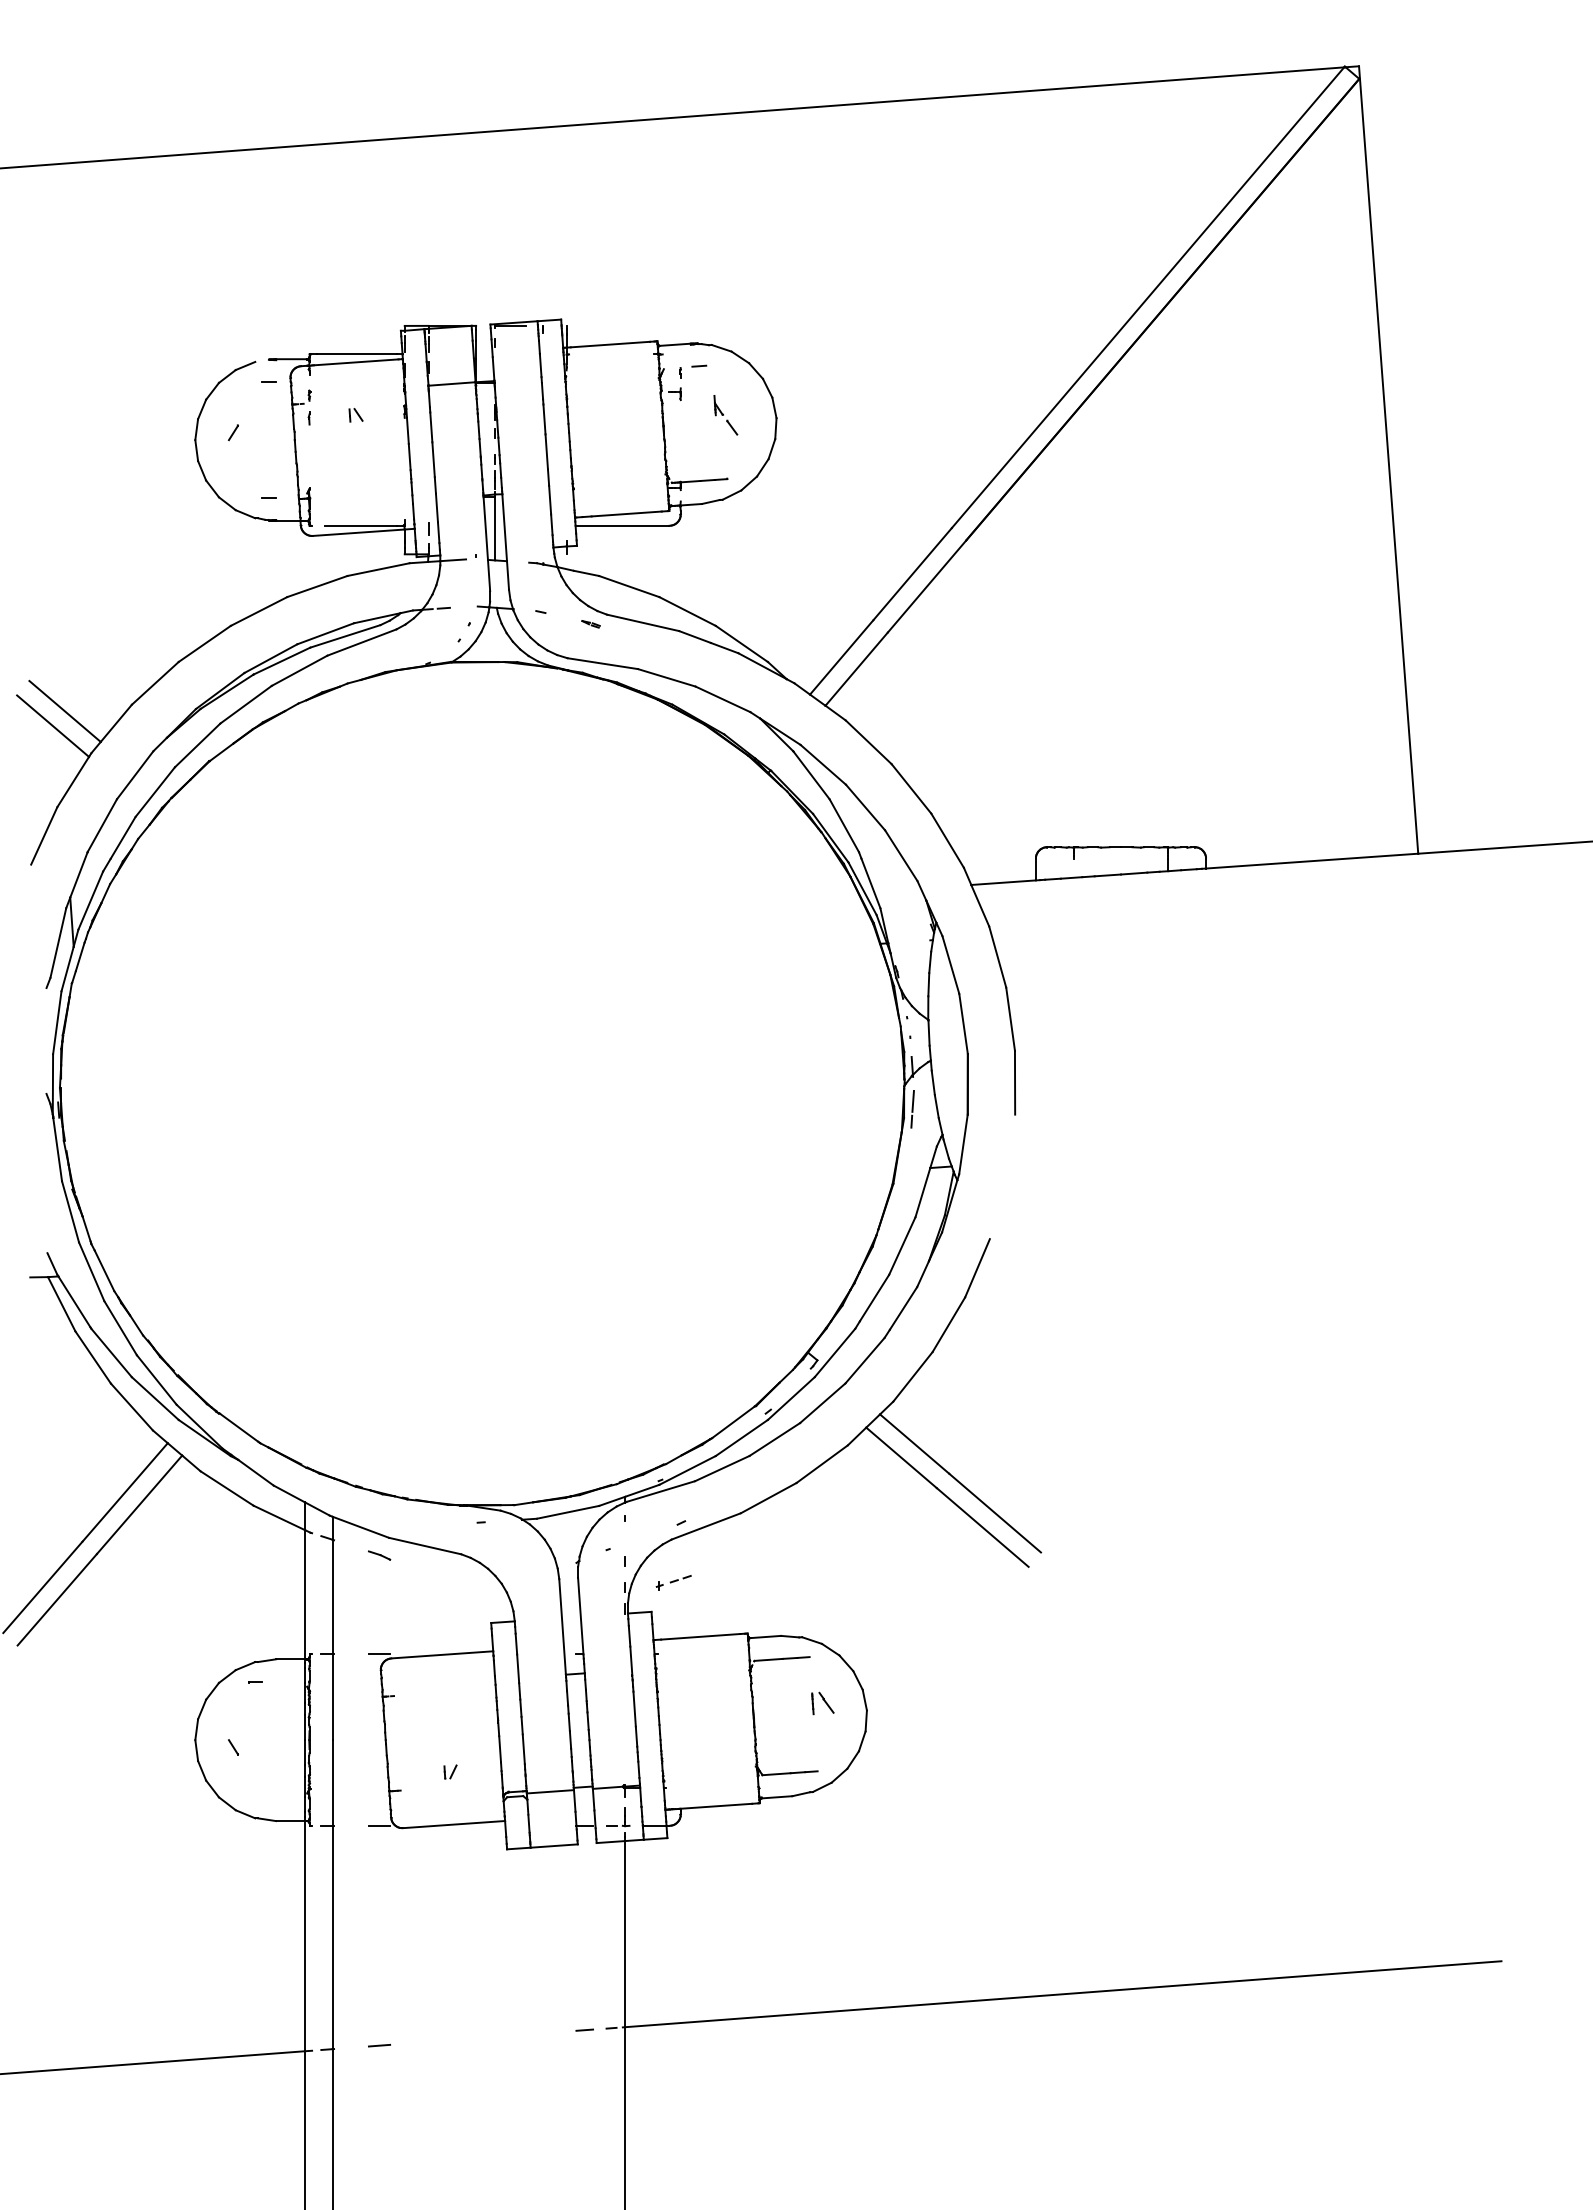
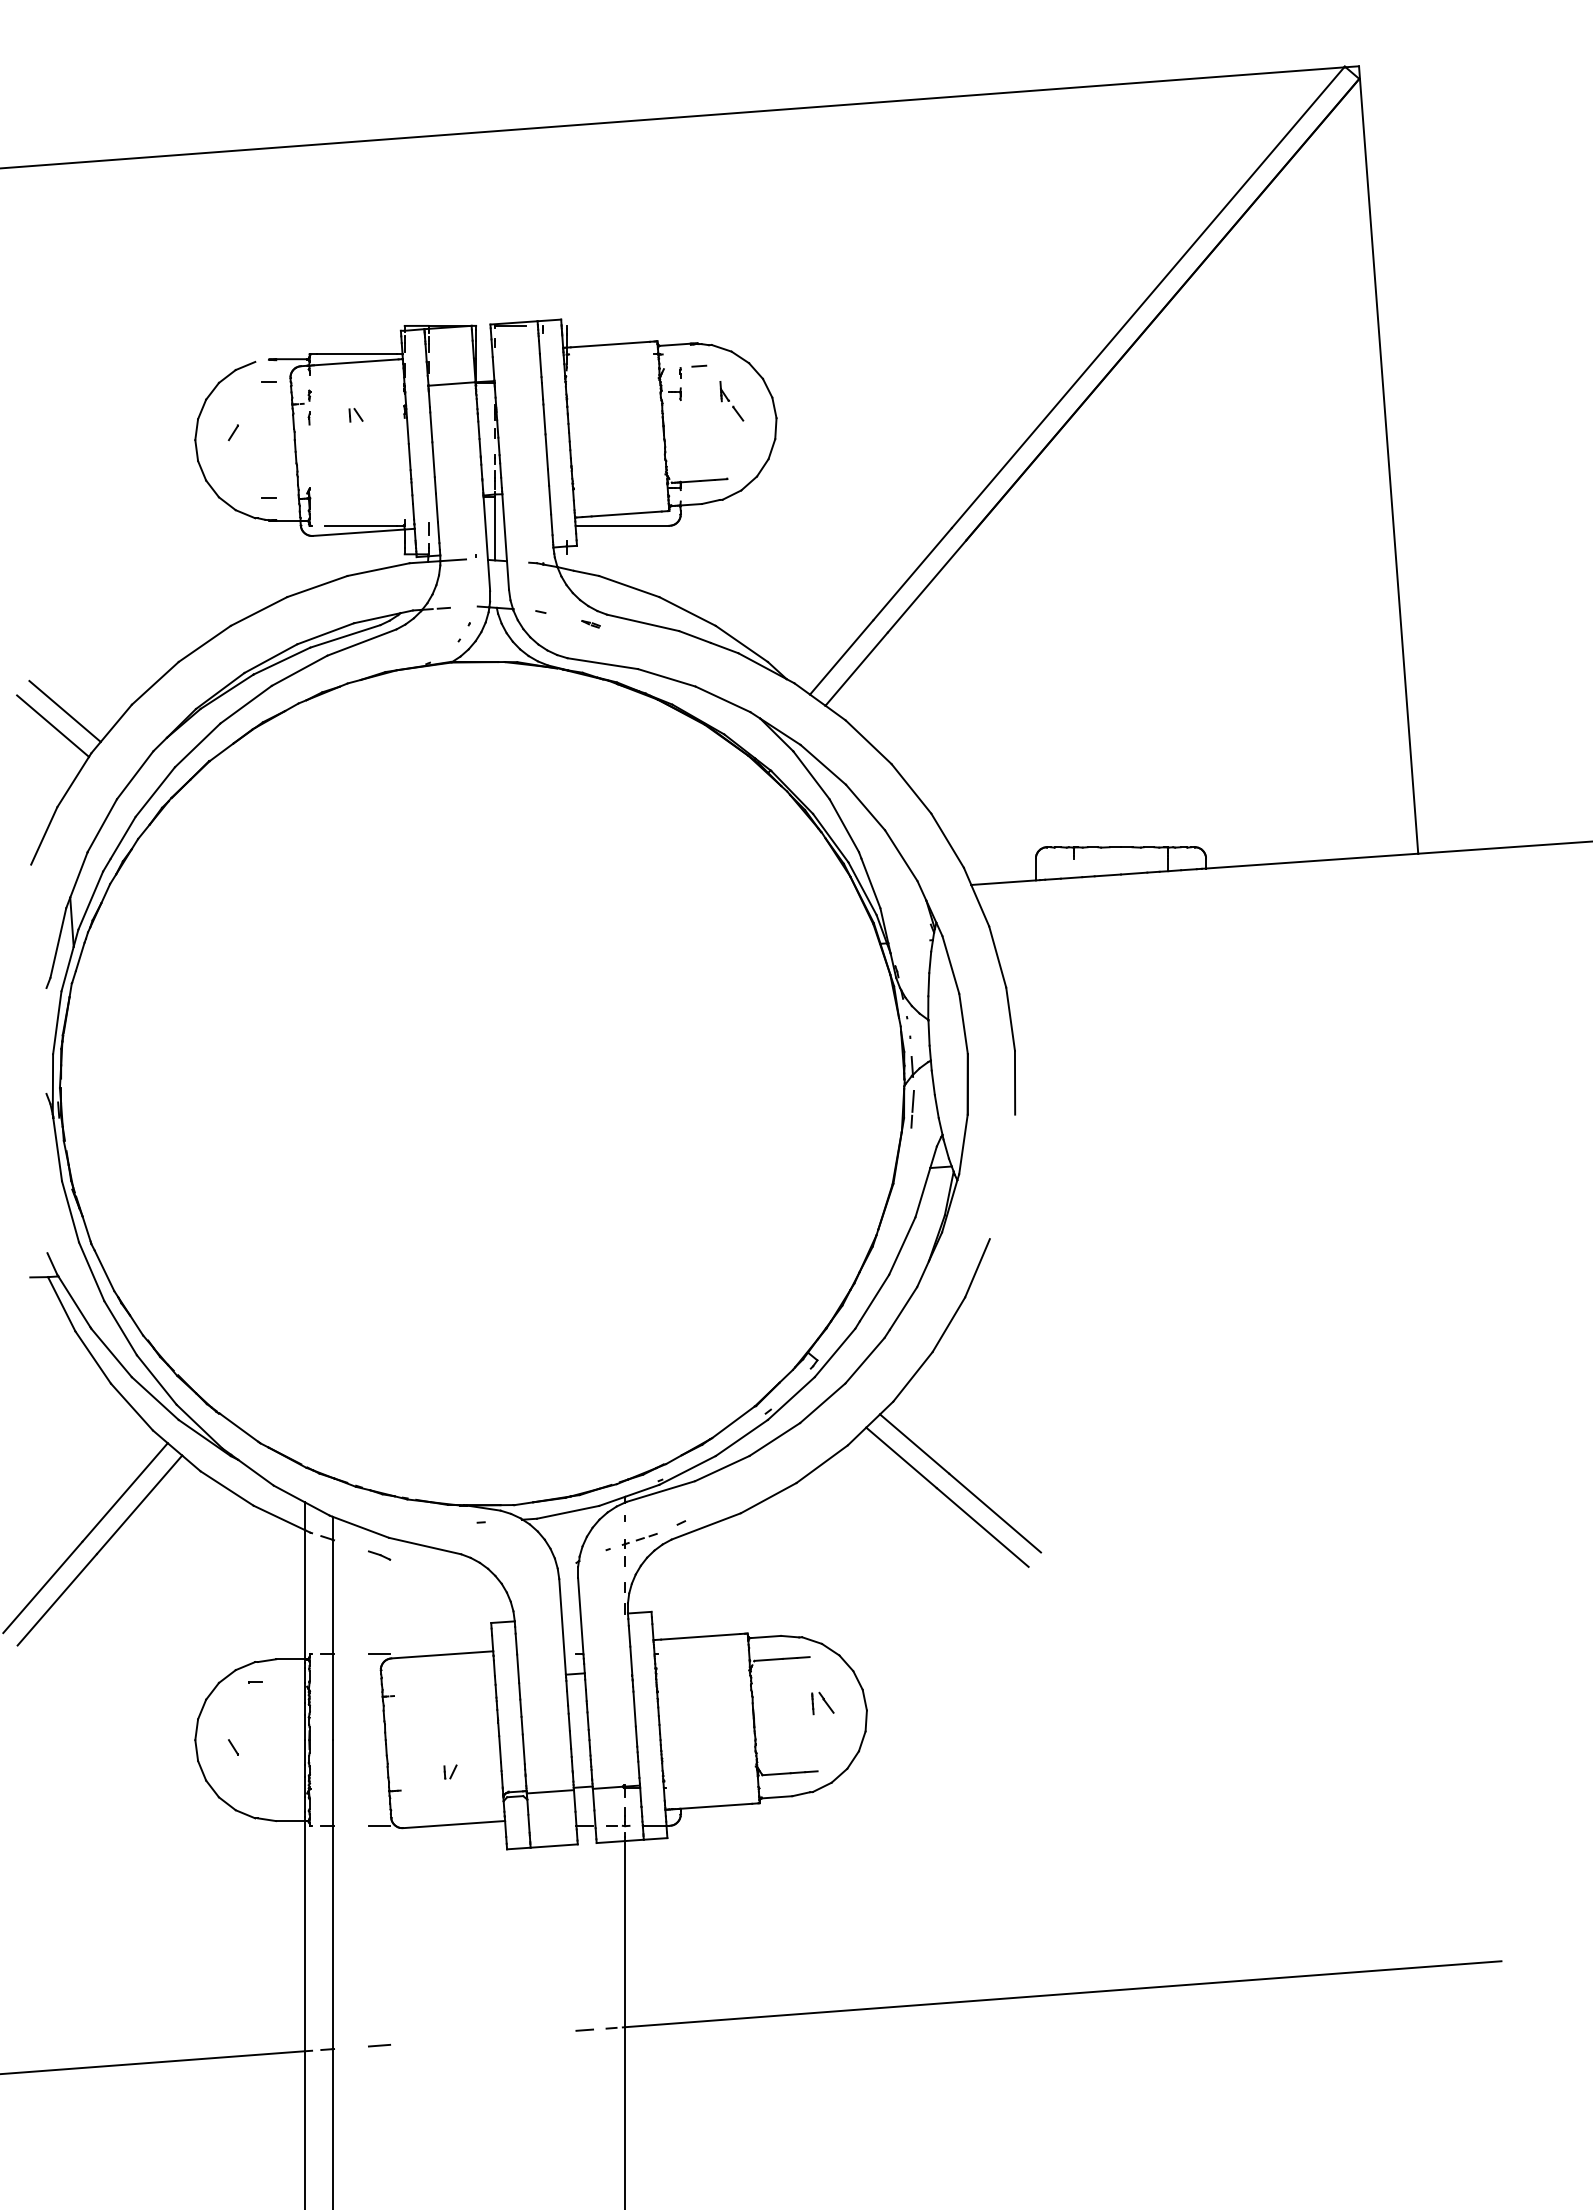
part at (725, 415) position: (725, 415) -> (731, 401)
part at (673, 1582) position: (673, 1582) -> (639, 1540)
